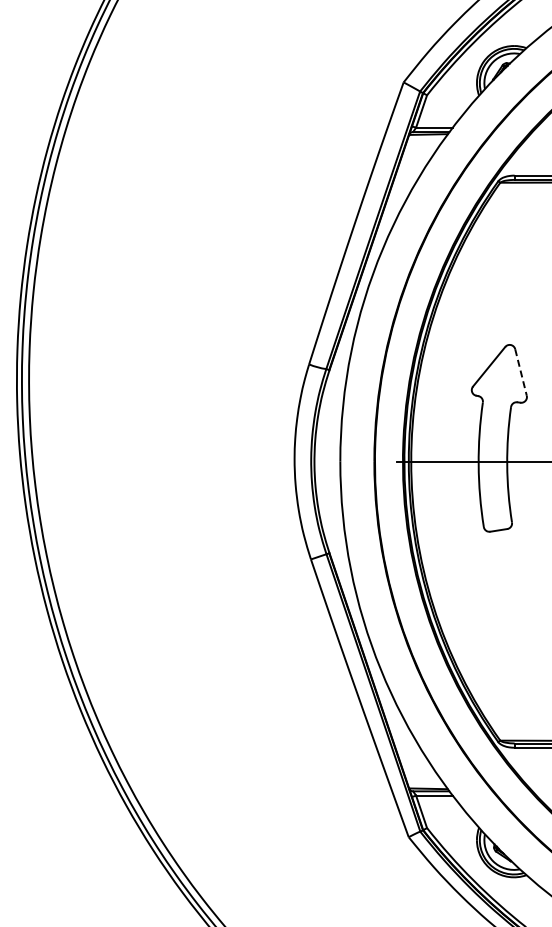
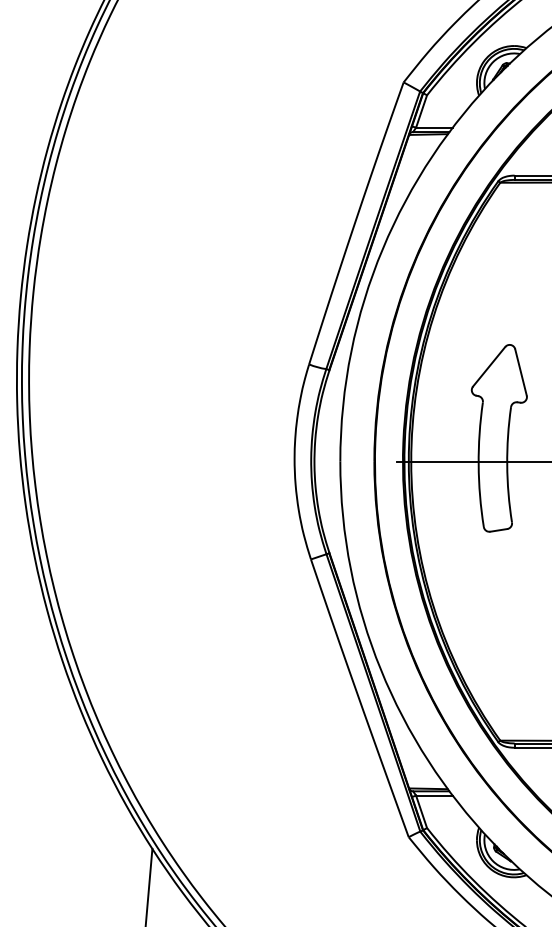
line at (521, 372): dashed -> solid
line at (148, 885): none -> present
